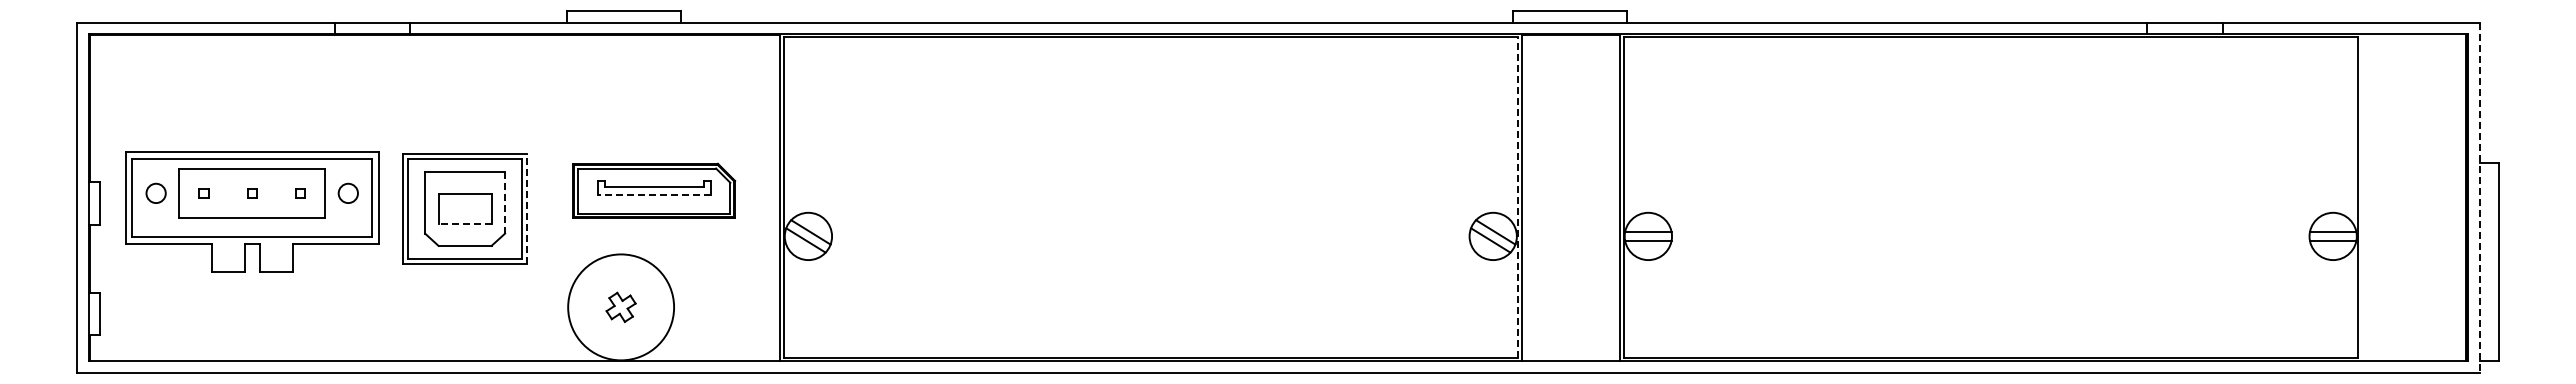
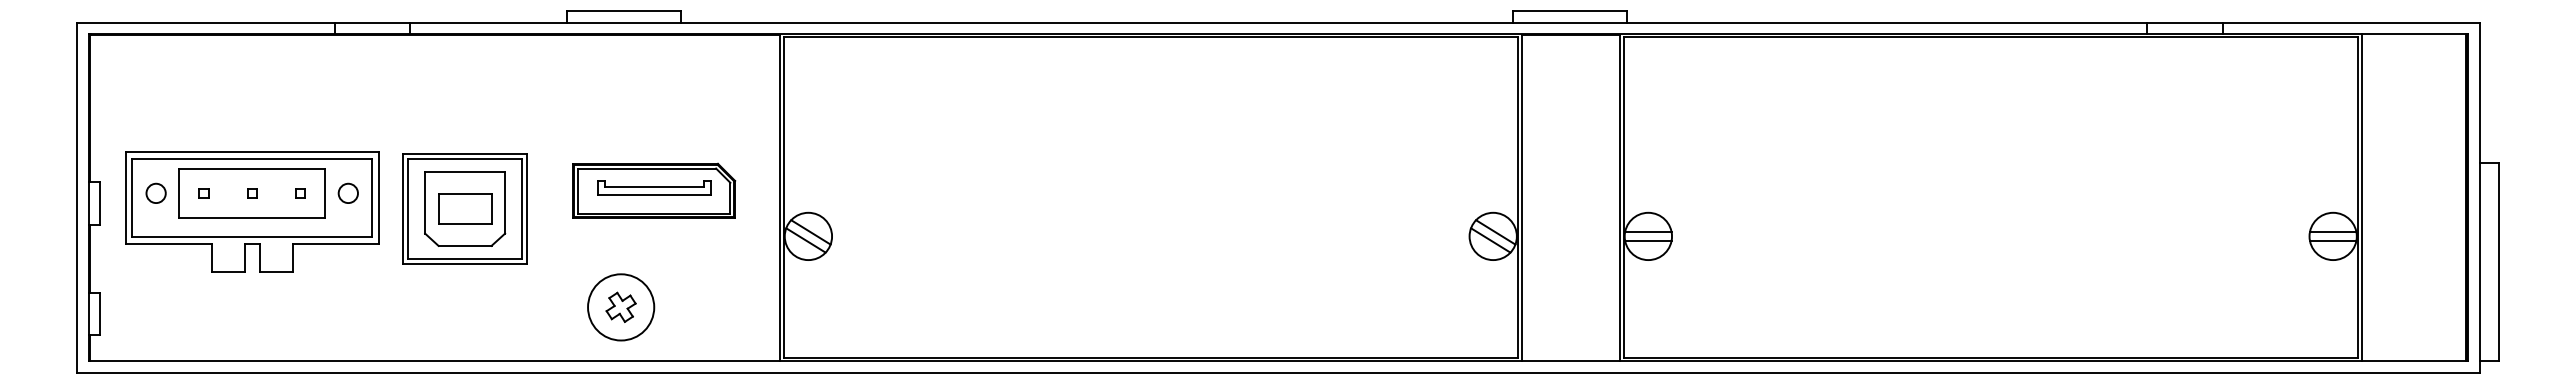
line at (654, 194): dashed -> solid
line at (1517, 197): dashed -> solid
line at (2361, 197): none -> present
line at (2479, 197): dashed -> solid
line at (505, 202): dashed -> solid
line at (526, 209): dashed -> solid
line at (464, 224): dashed -> solid
circle at (621, 307) diameter: 106 px -> 66 px
